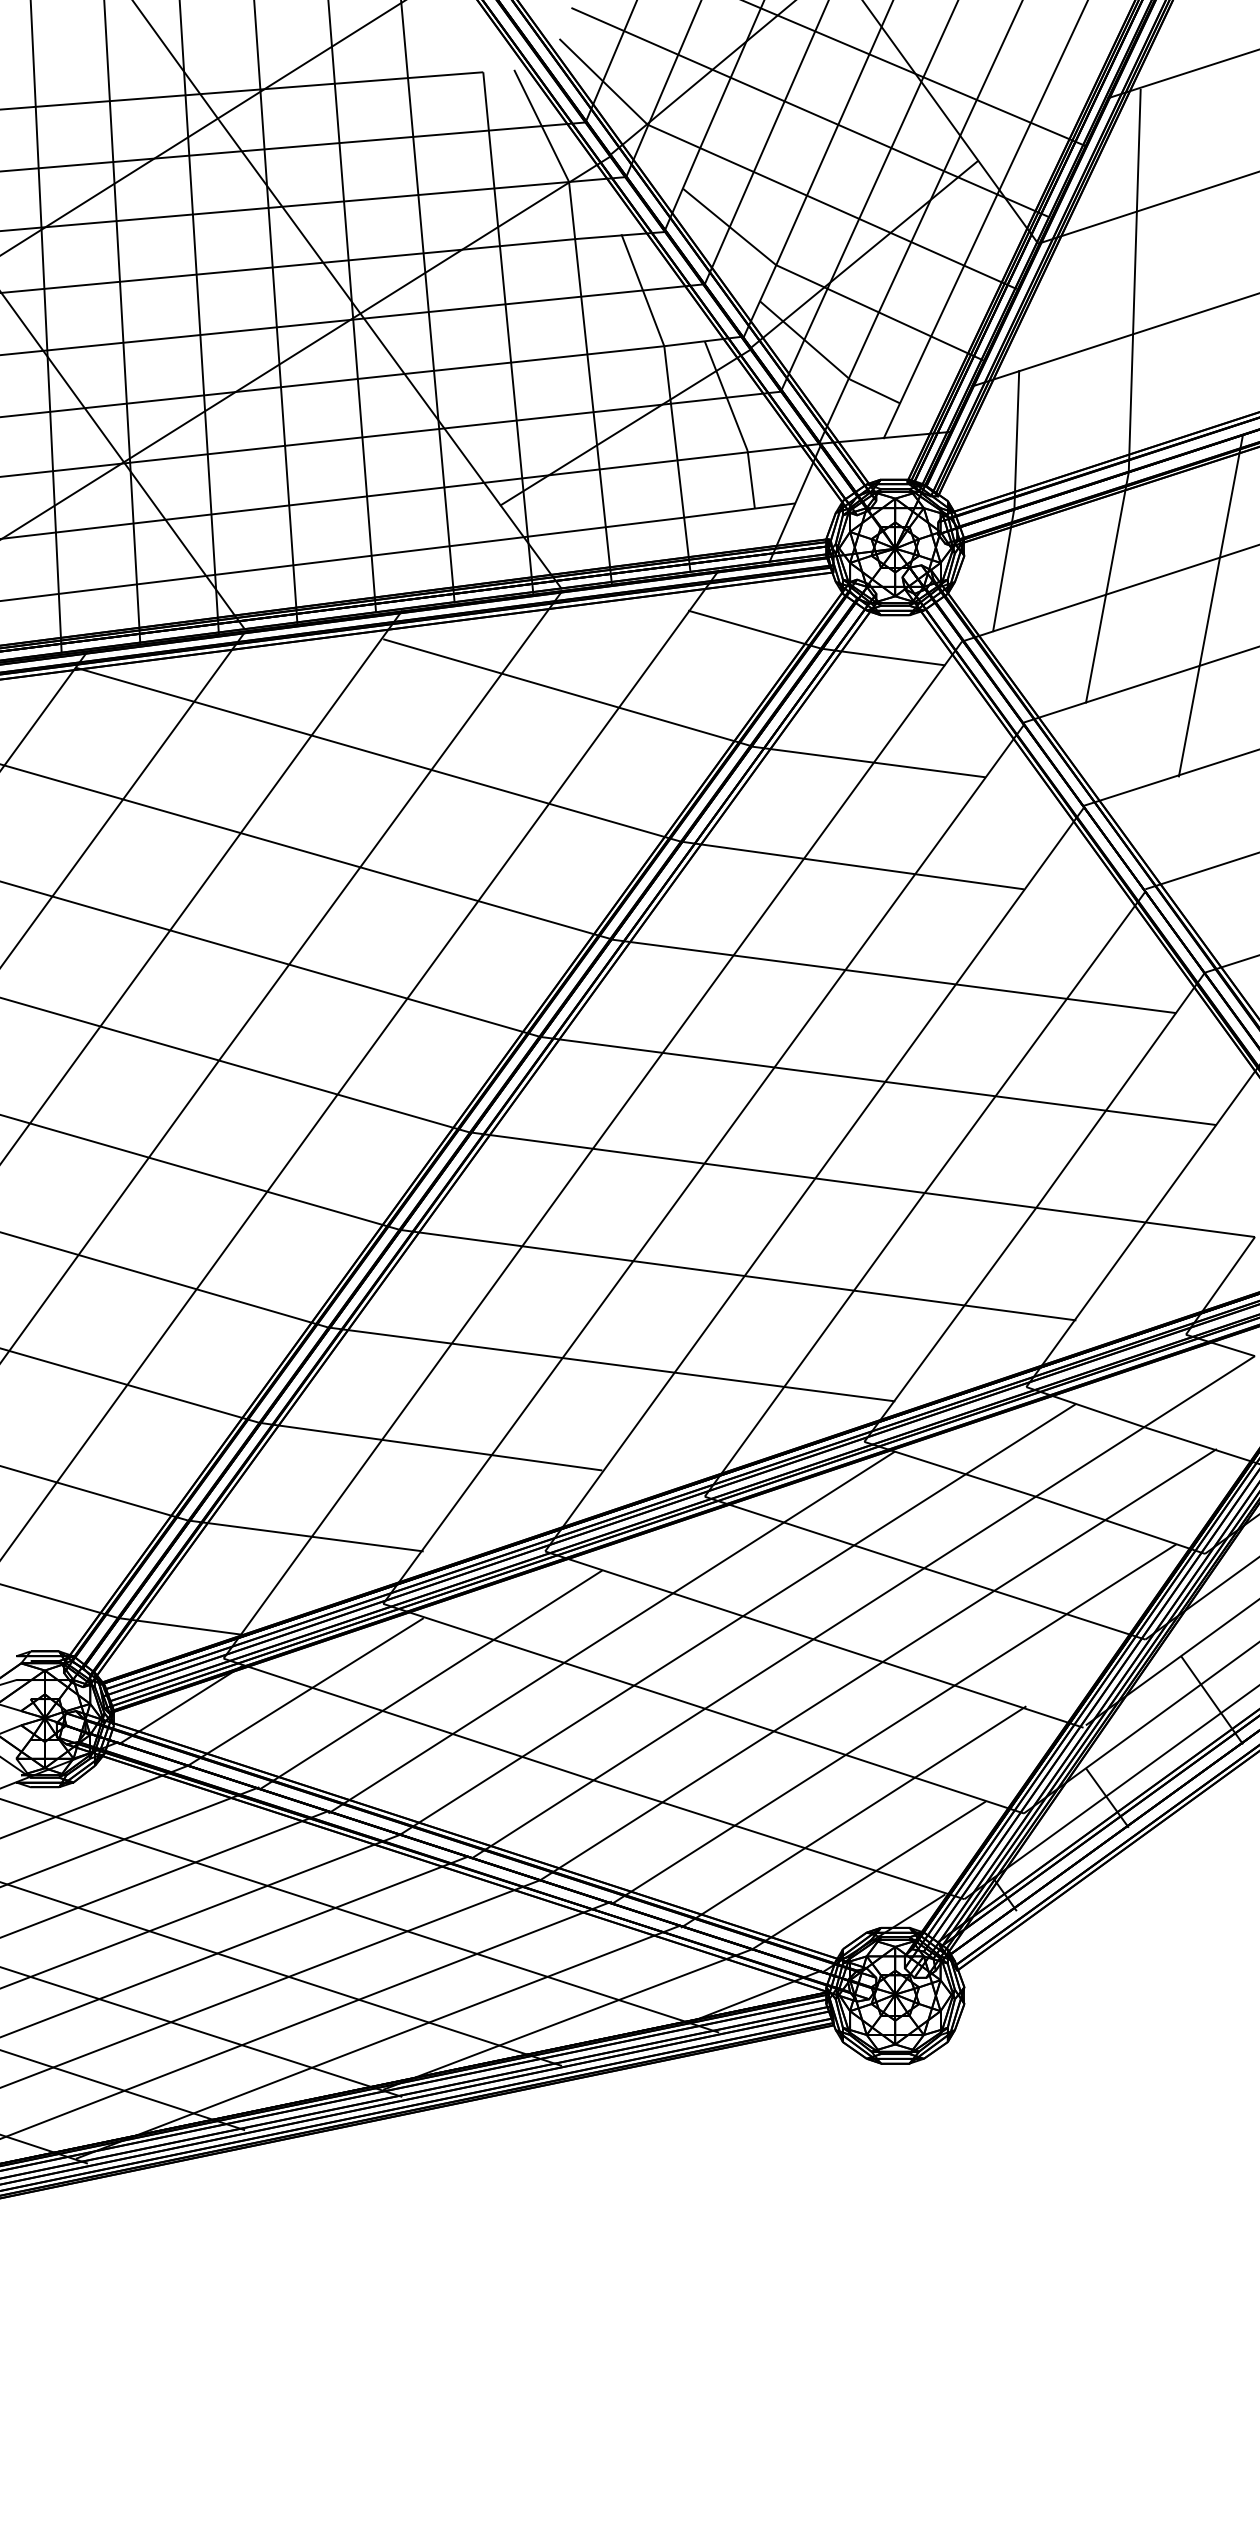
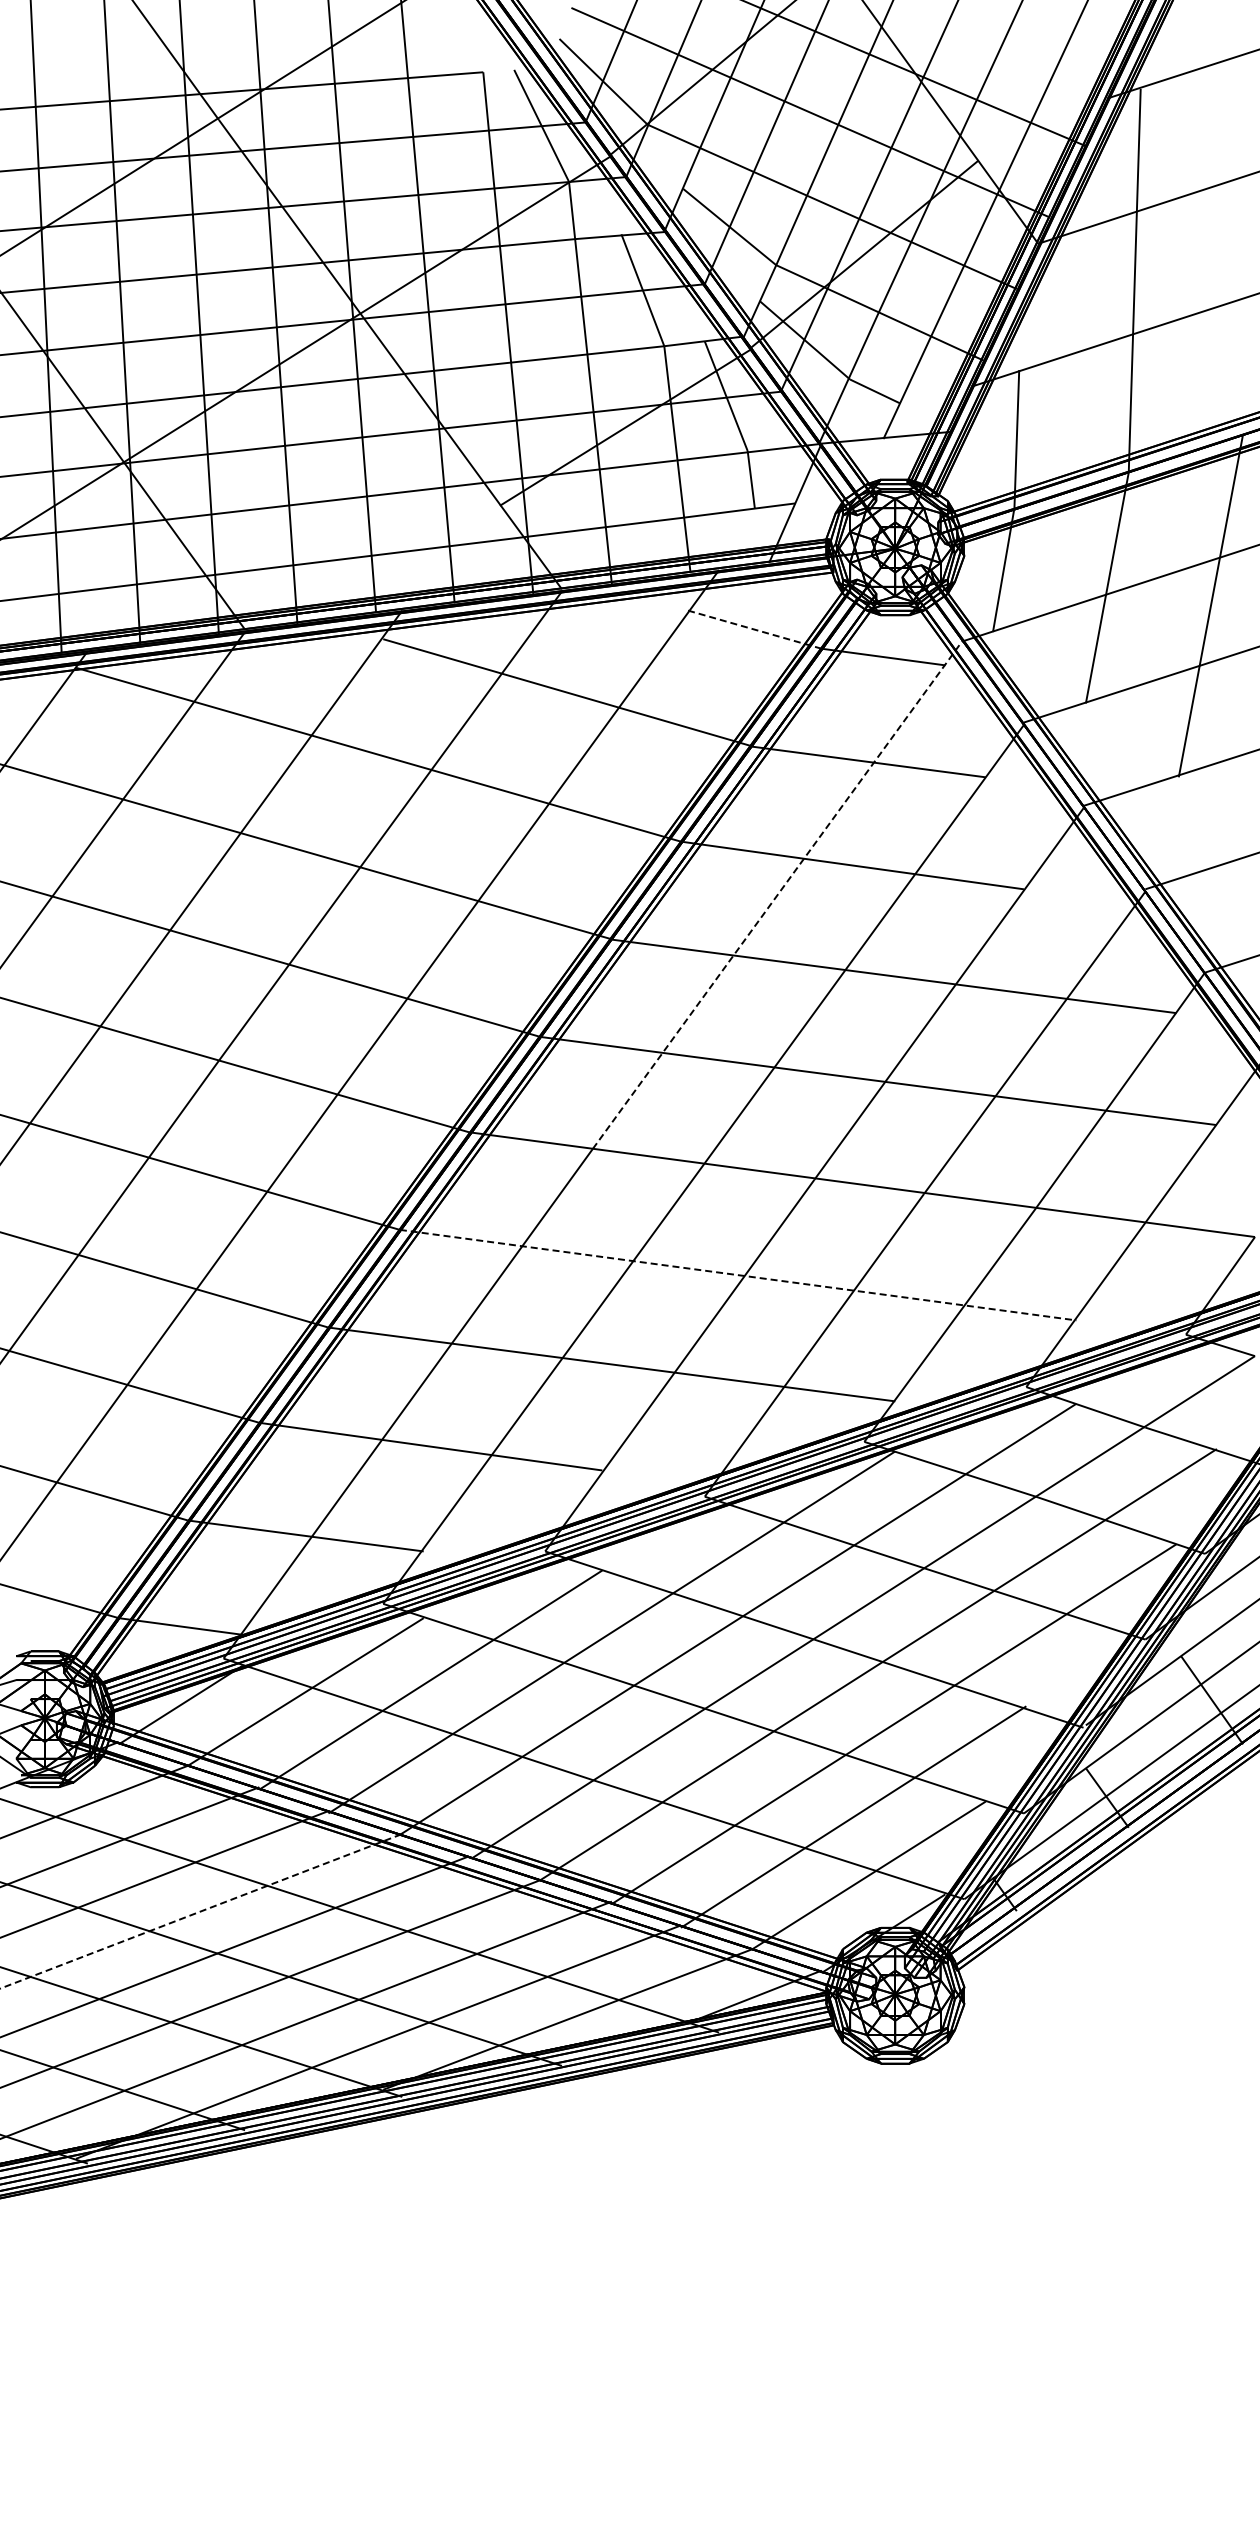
line at (755, 629): solid -> dashed
line at (777, 895): solid -> dashed
line at (738, 1275): solid -> dashed
line at (200, 1911): solid -> dashed
